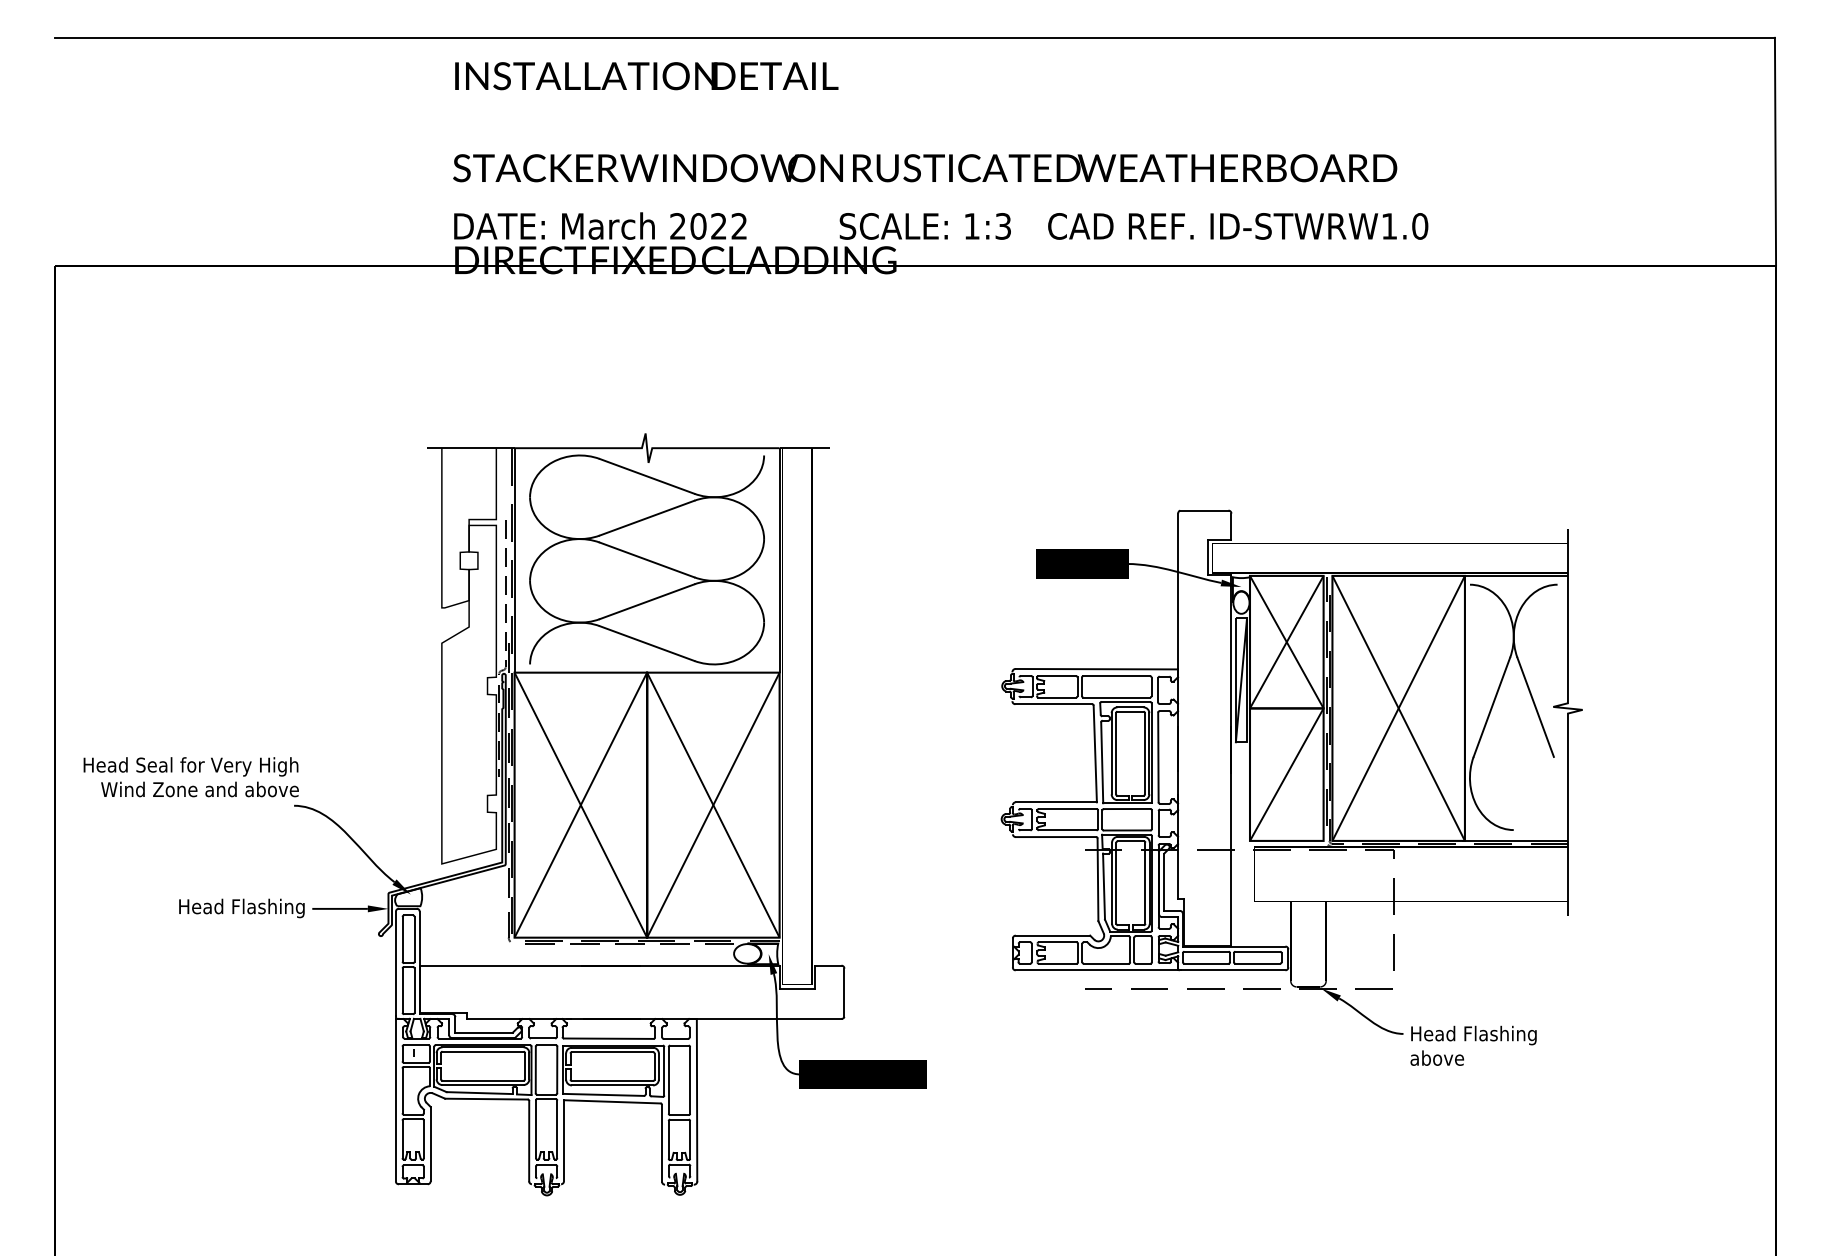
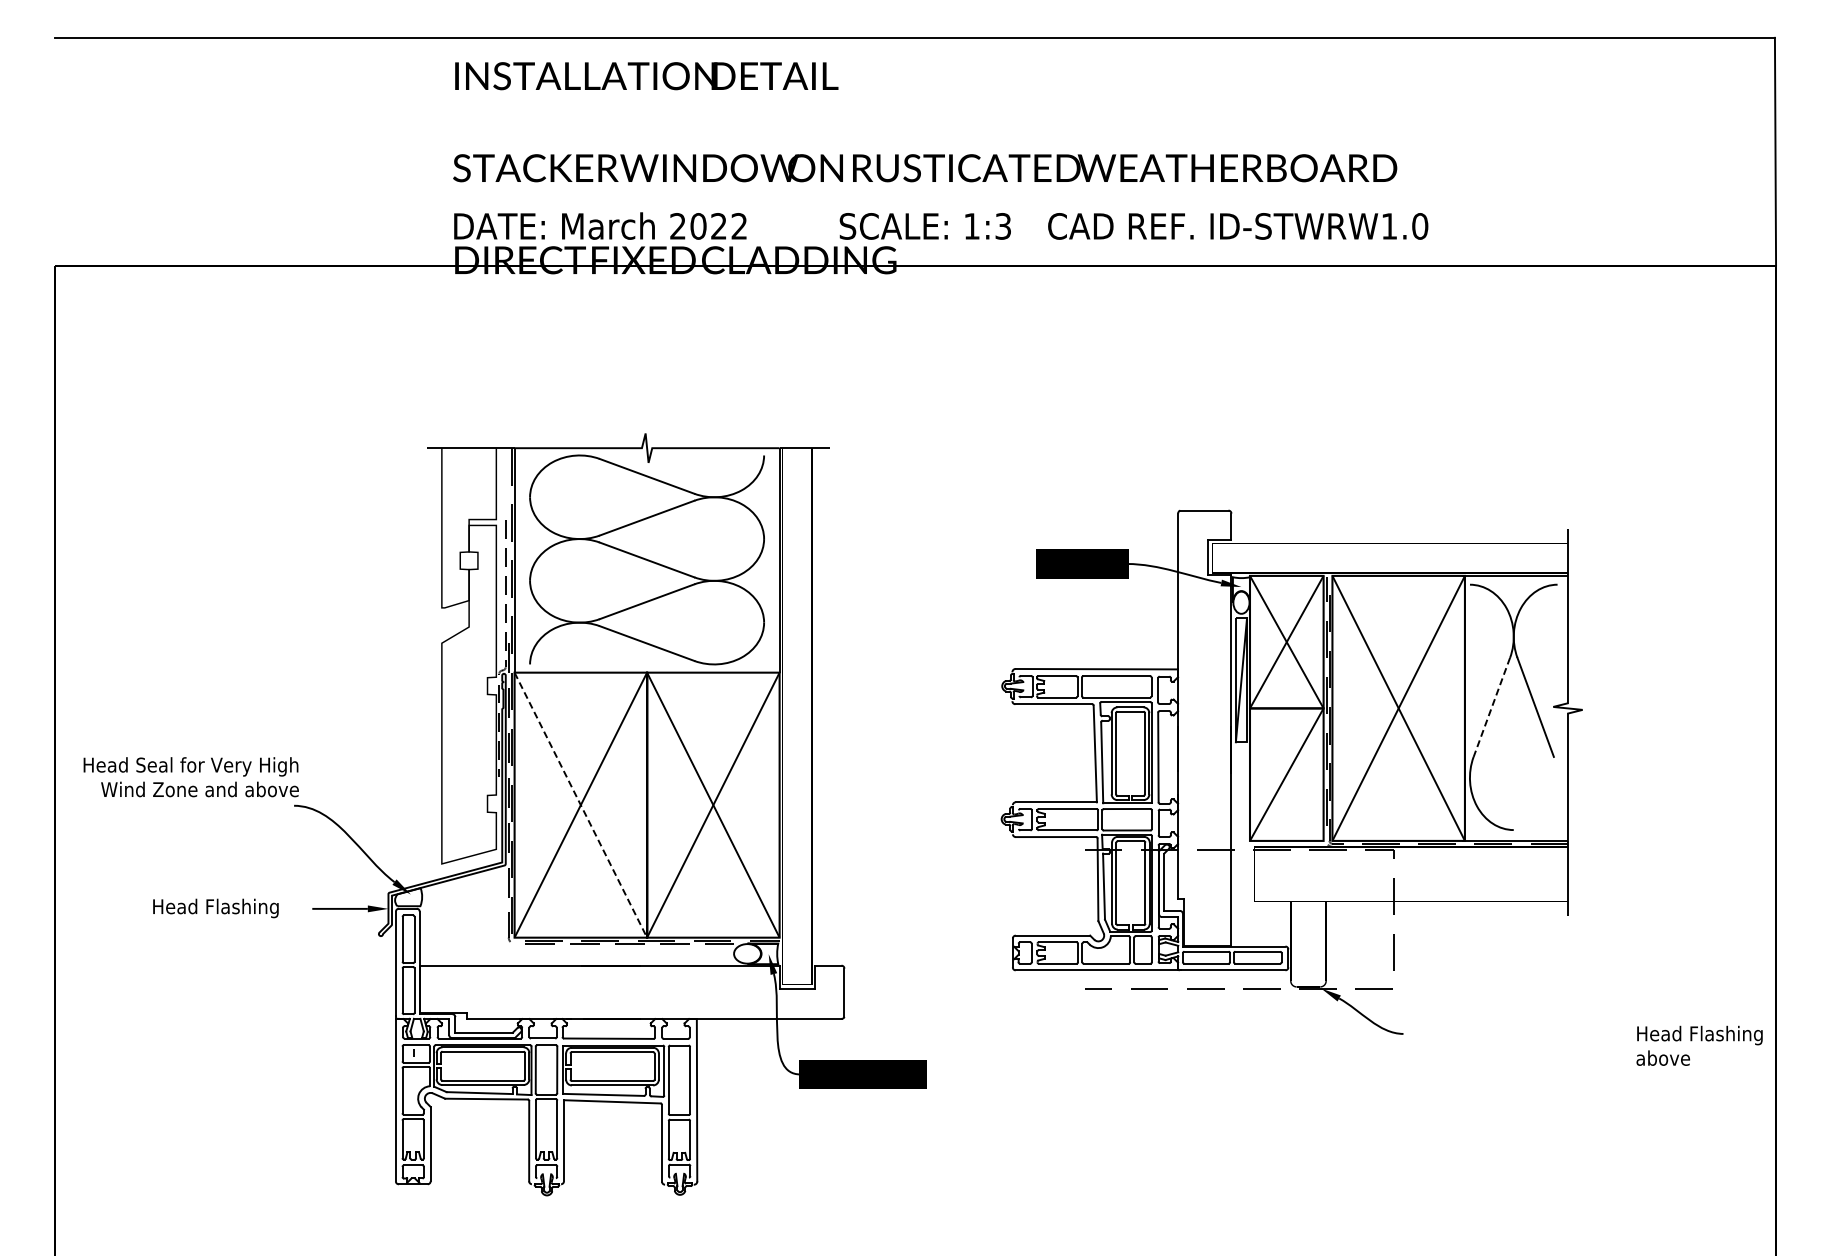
line at (1491, 707): solid -> dashed
line at (581, 805): solid -> dashed
text at (241, 908) position: (241, 908) -> (215, 908)
text at (1473, 1045) position: (1473, 1045) -> (1699, 1045)
